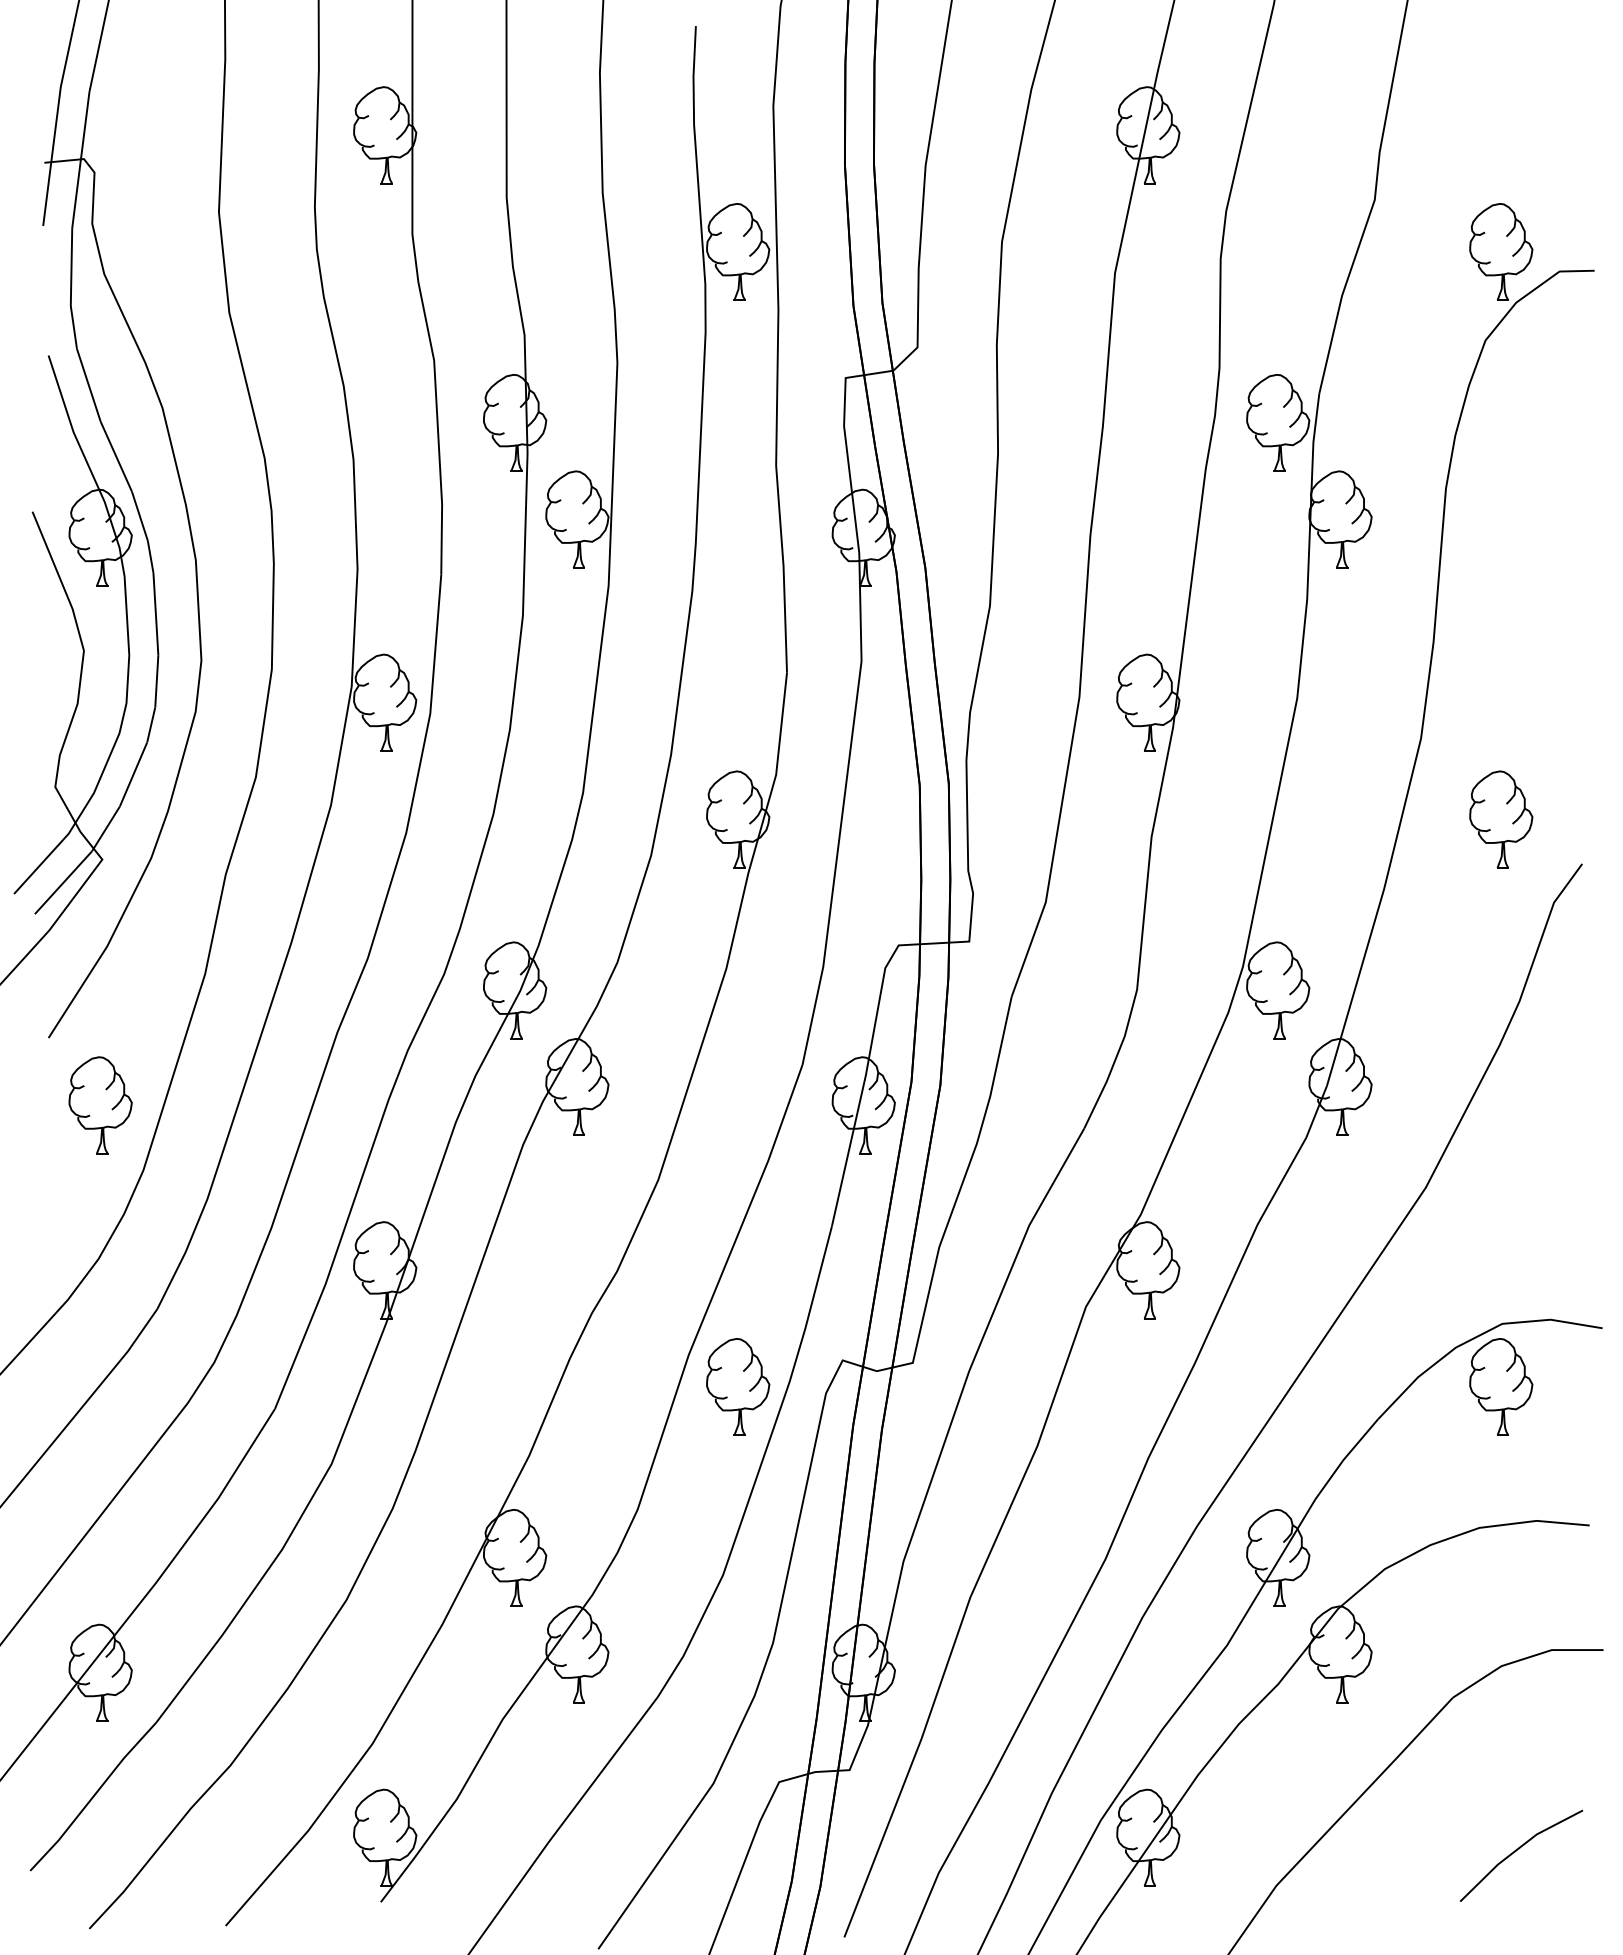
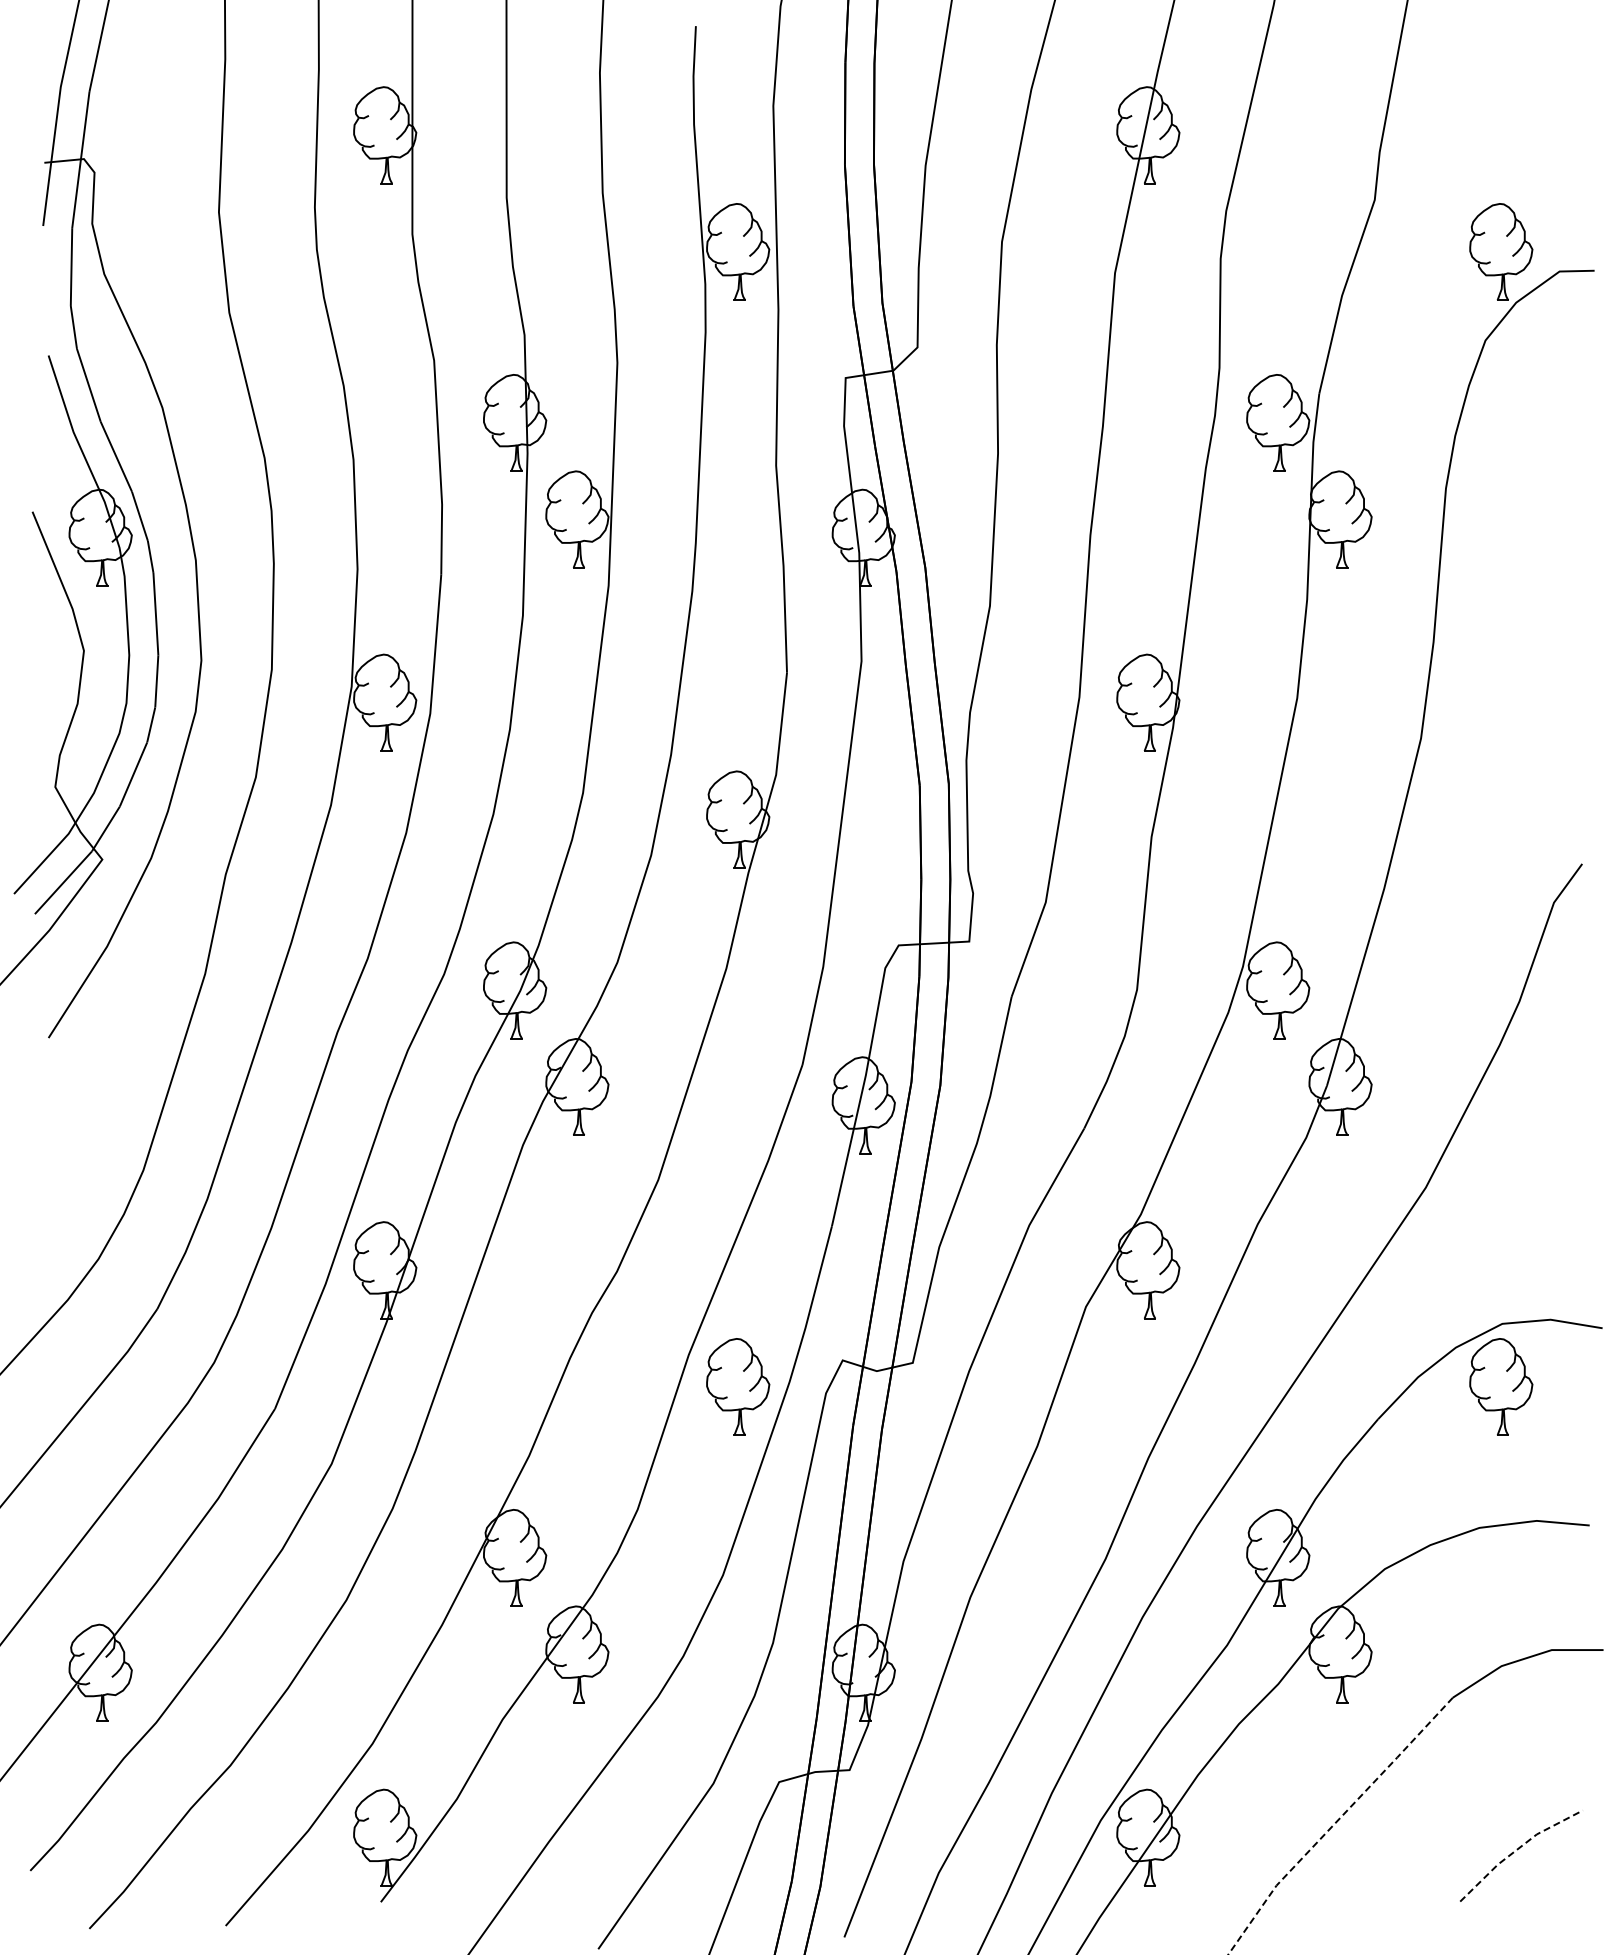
part at (1501, 819): present -> none
part at (100, 1105): present -> none
line at (1335, 1823): solid -> dashed
line at (1517, 1849): solid -> dashed
